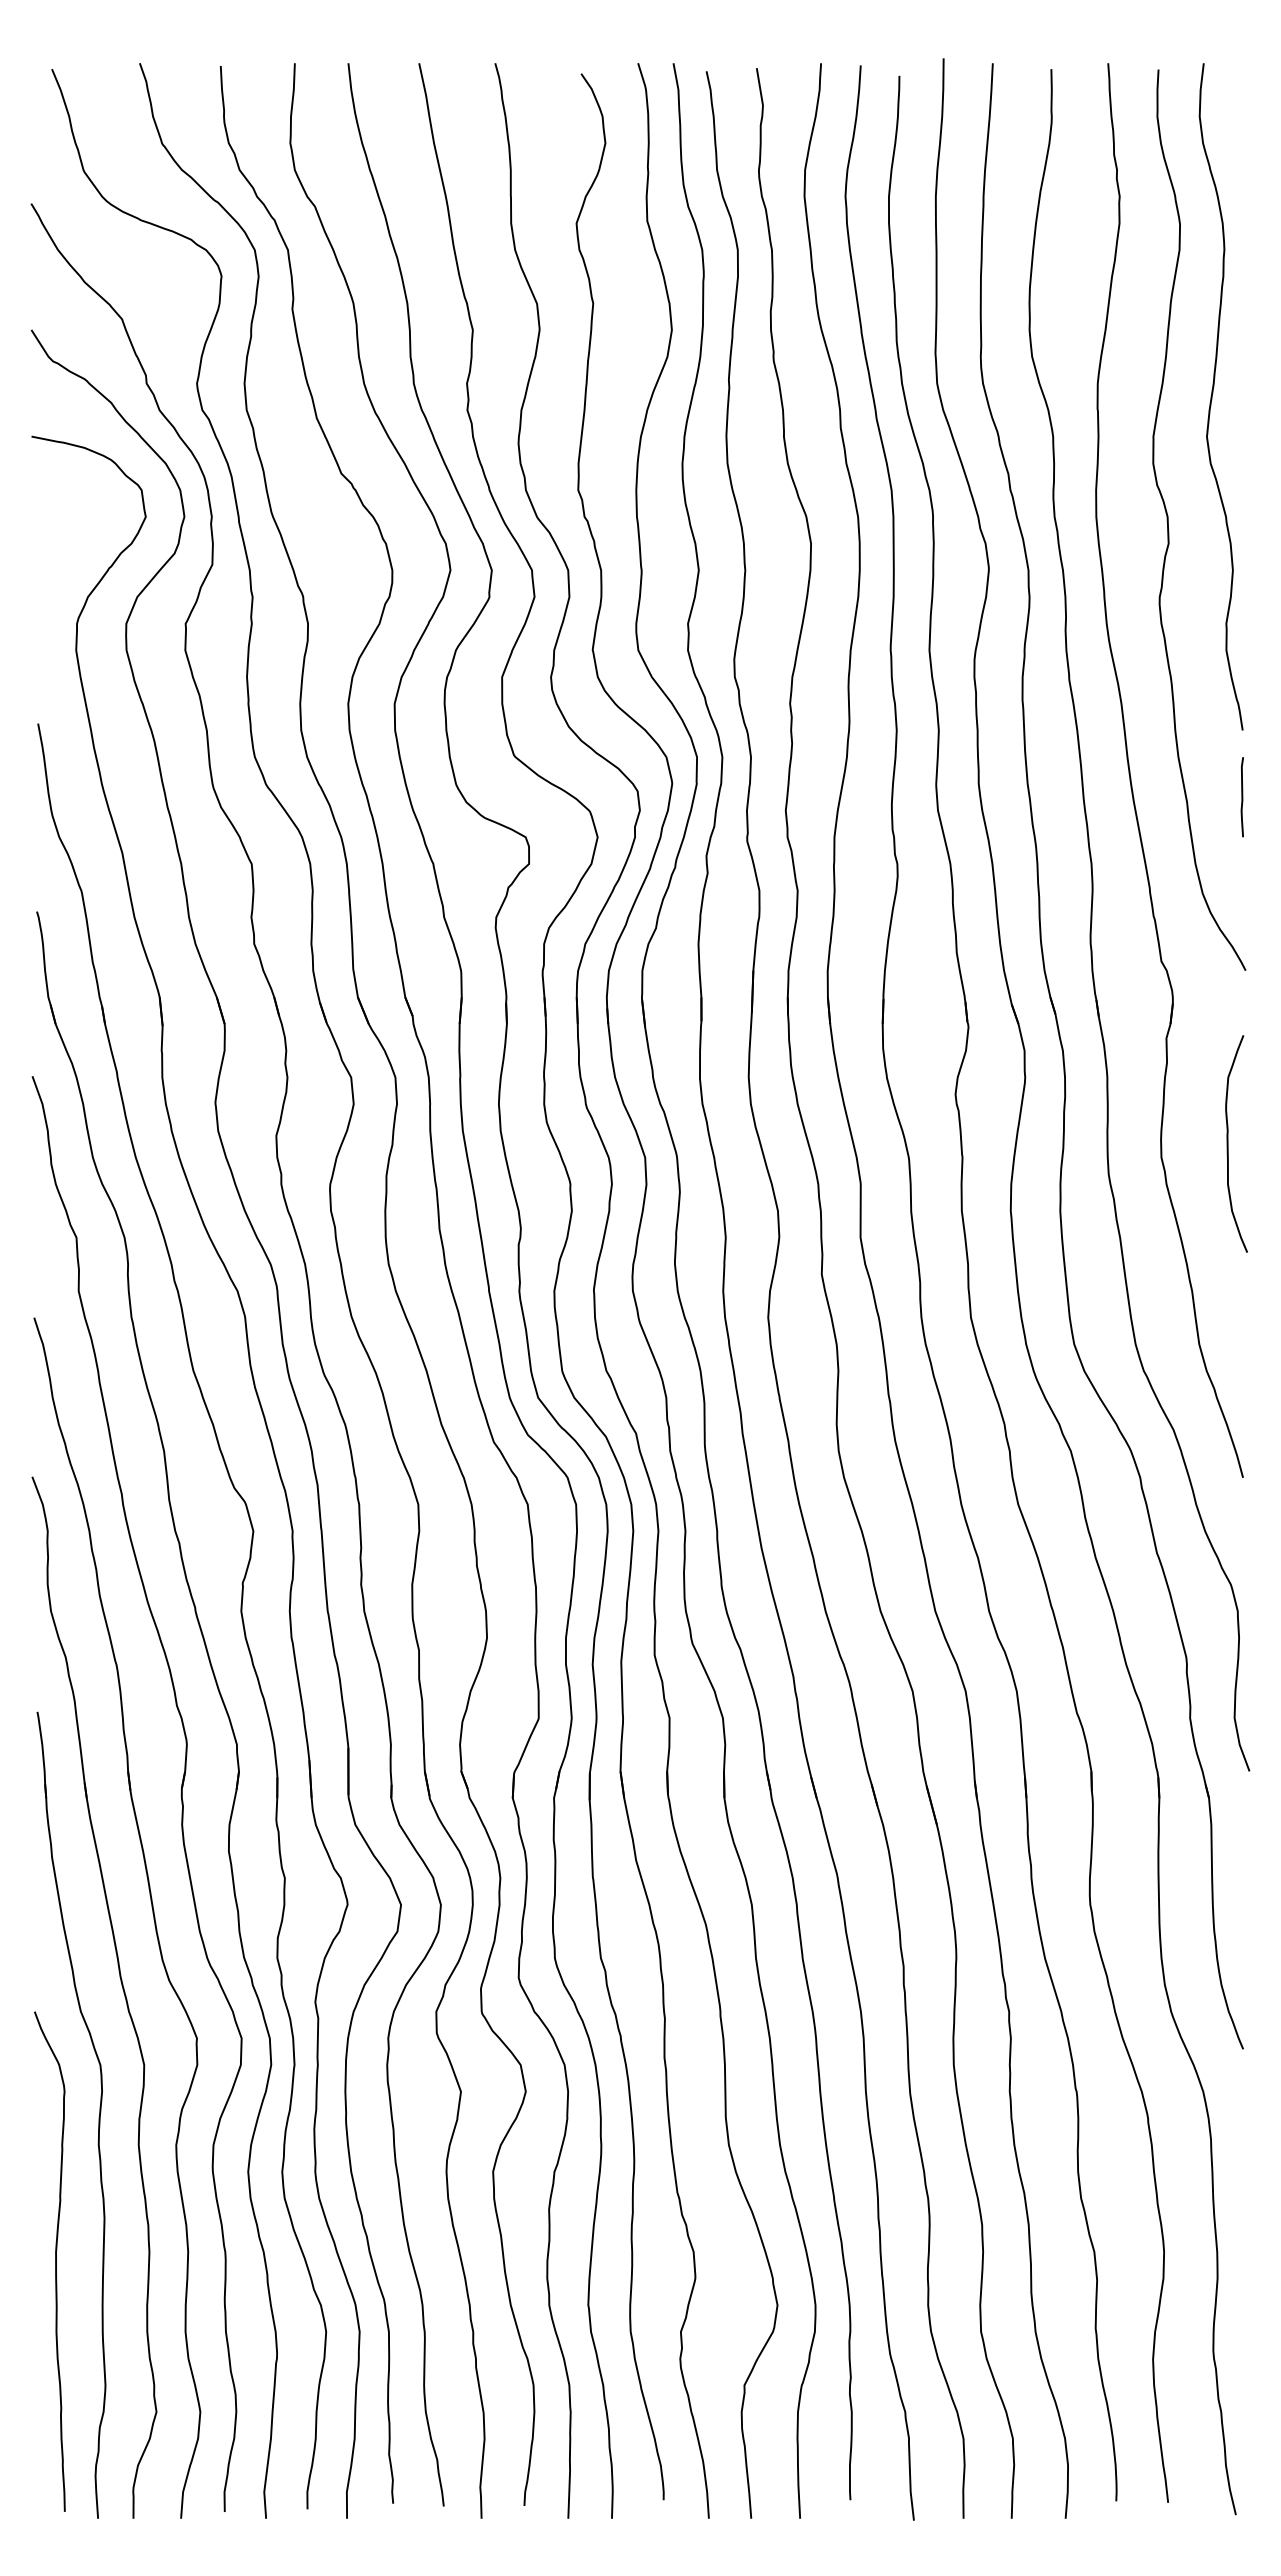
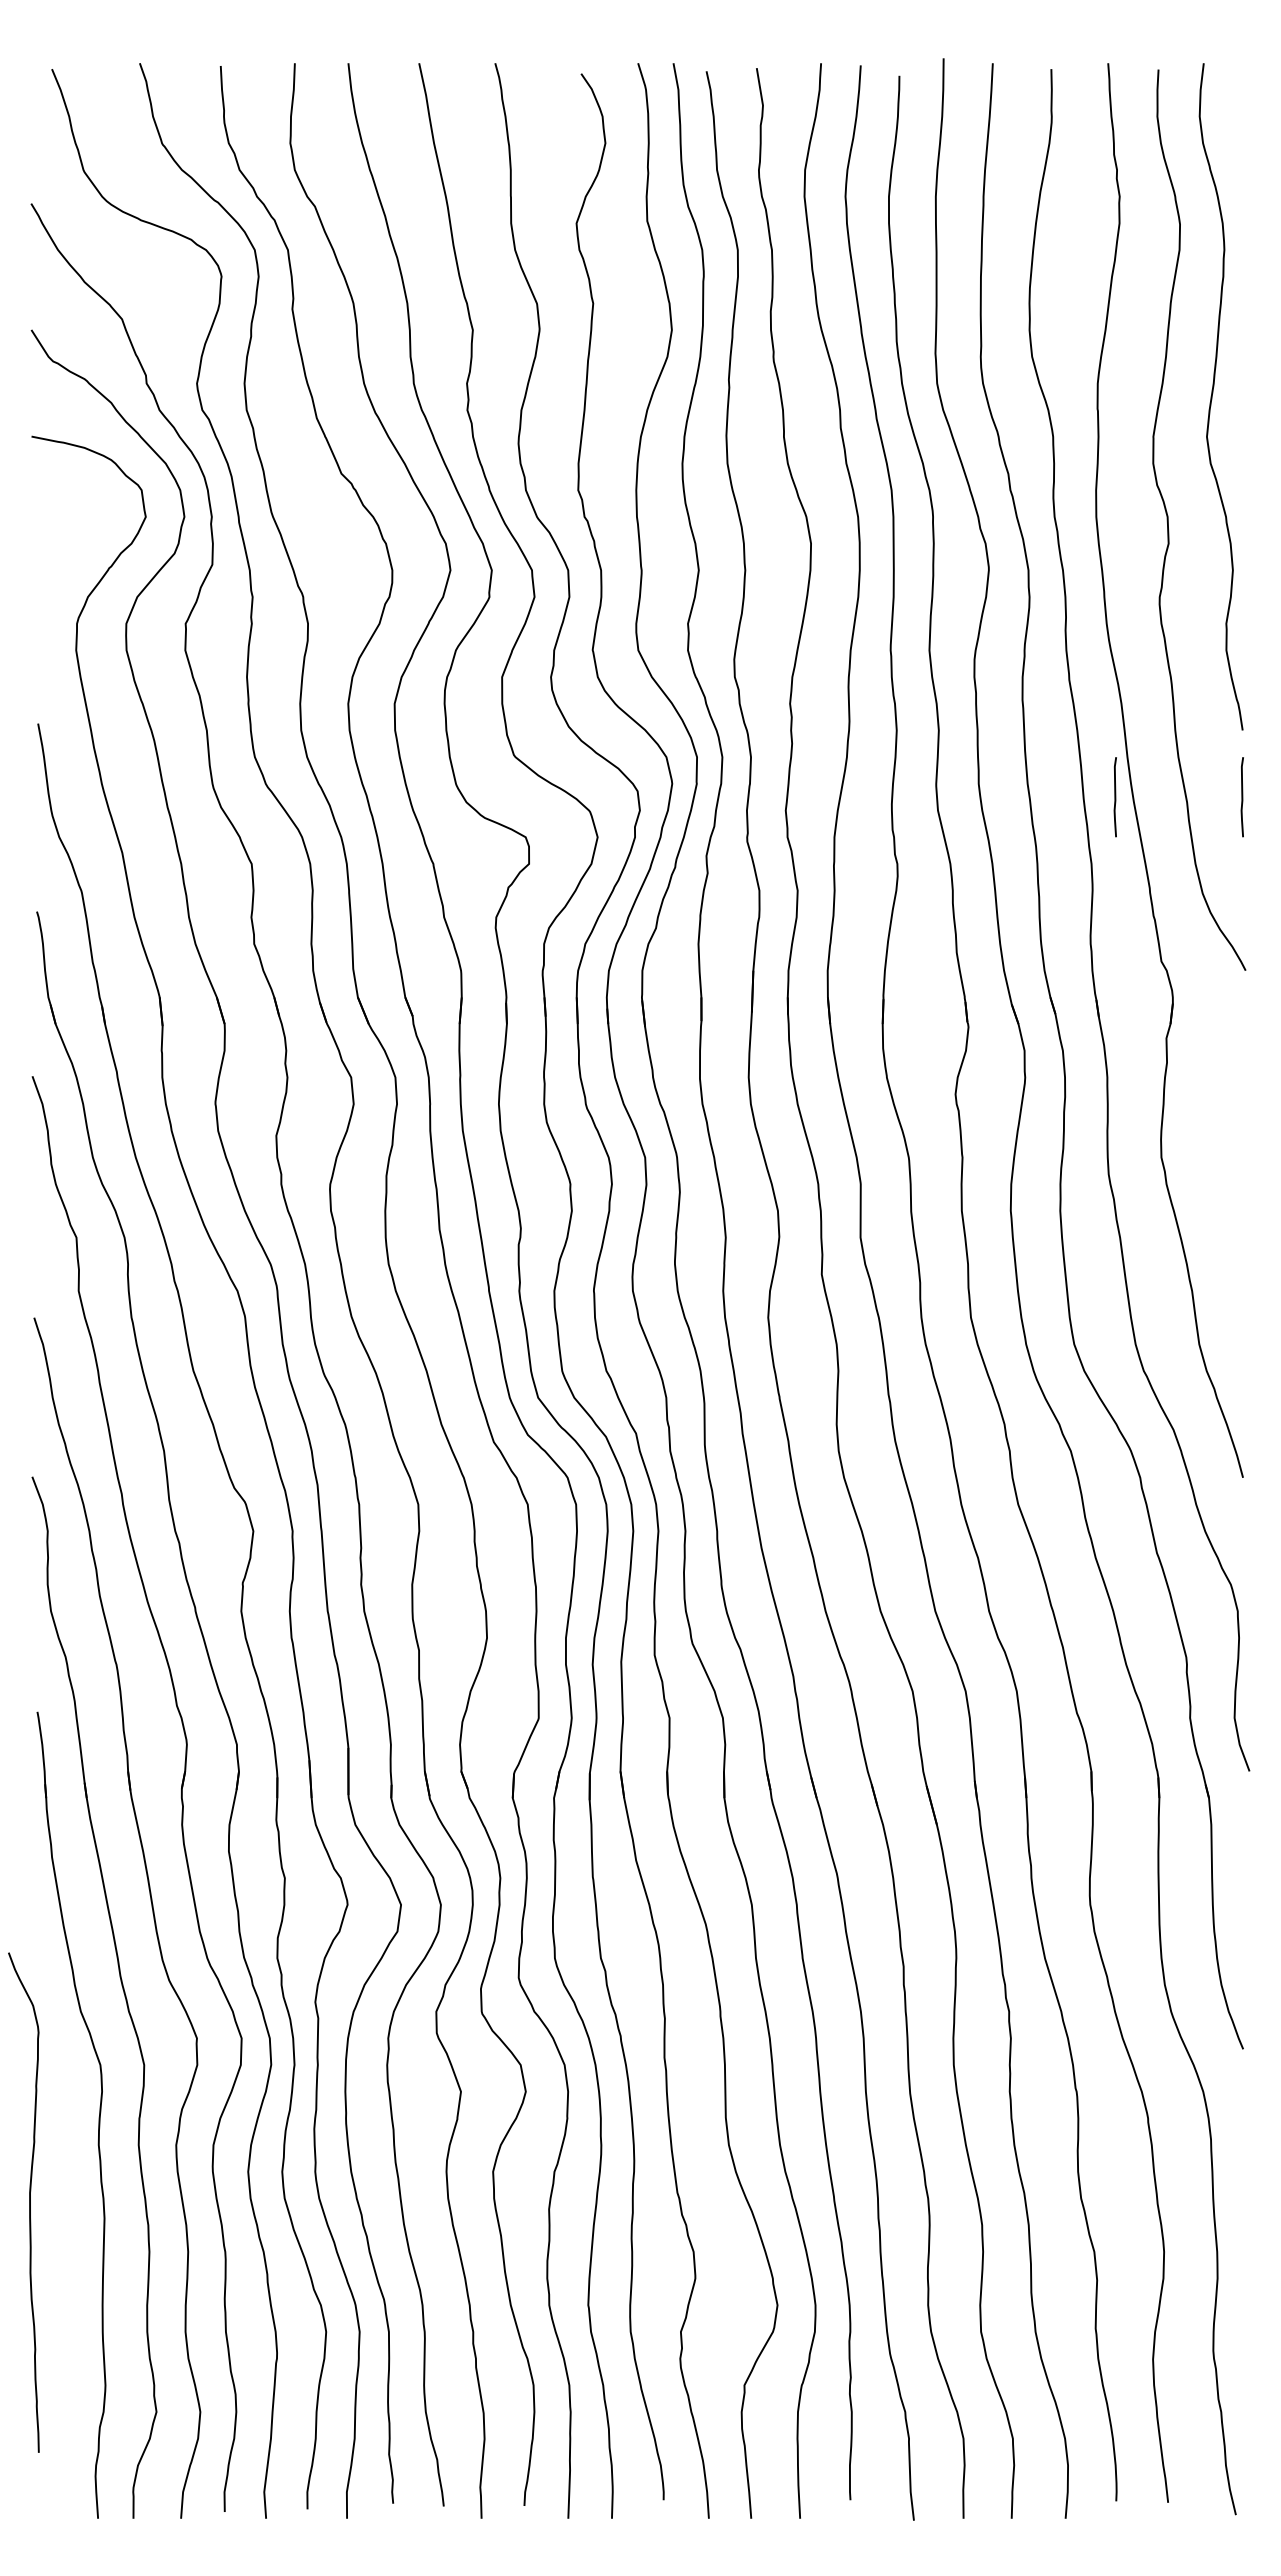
line at (1114, 797): none -> present
curve at (1228, 1143): present -> none
curve at (55, 2261) position: (55, 2261) -> (29, 2202)
